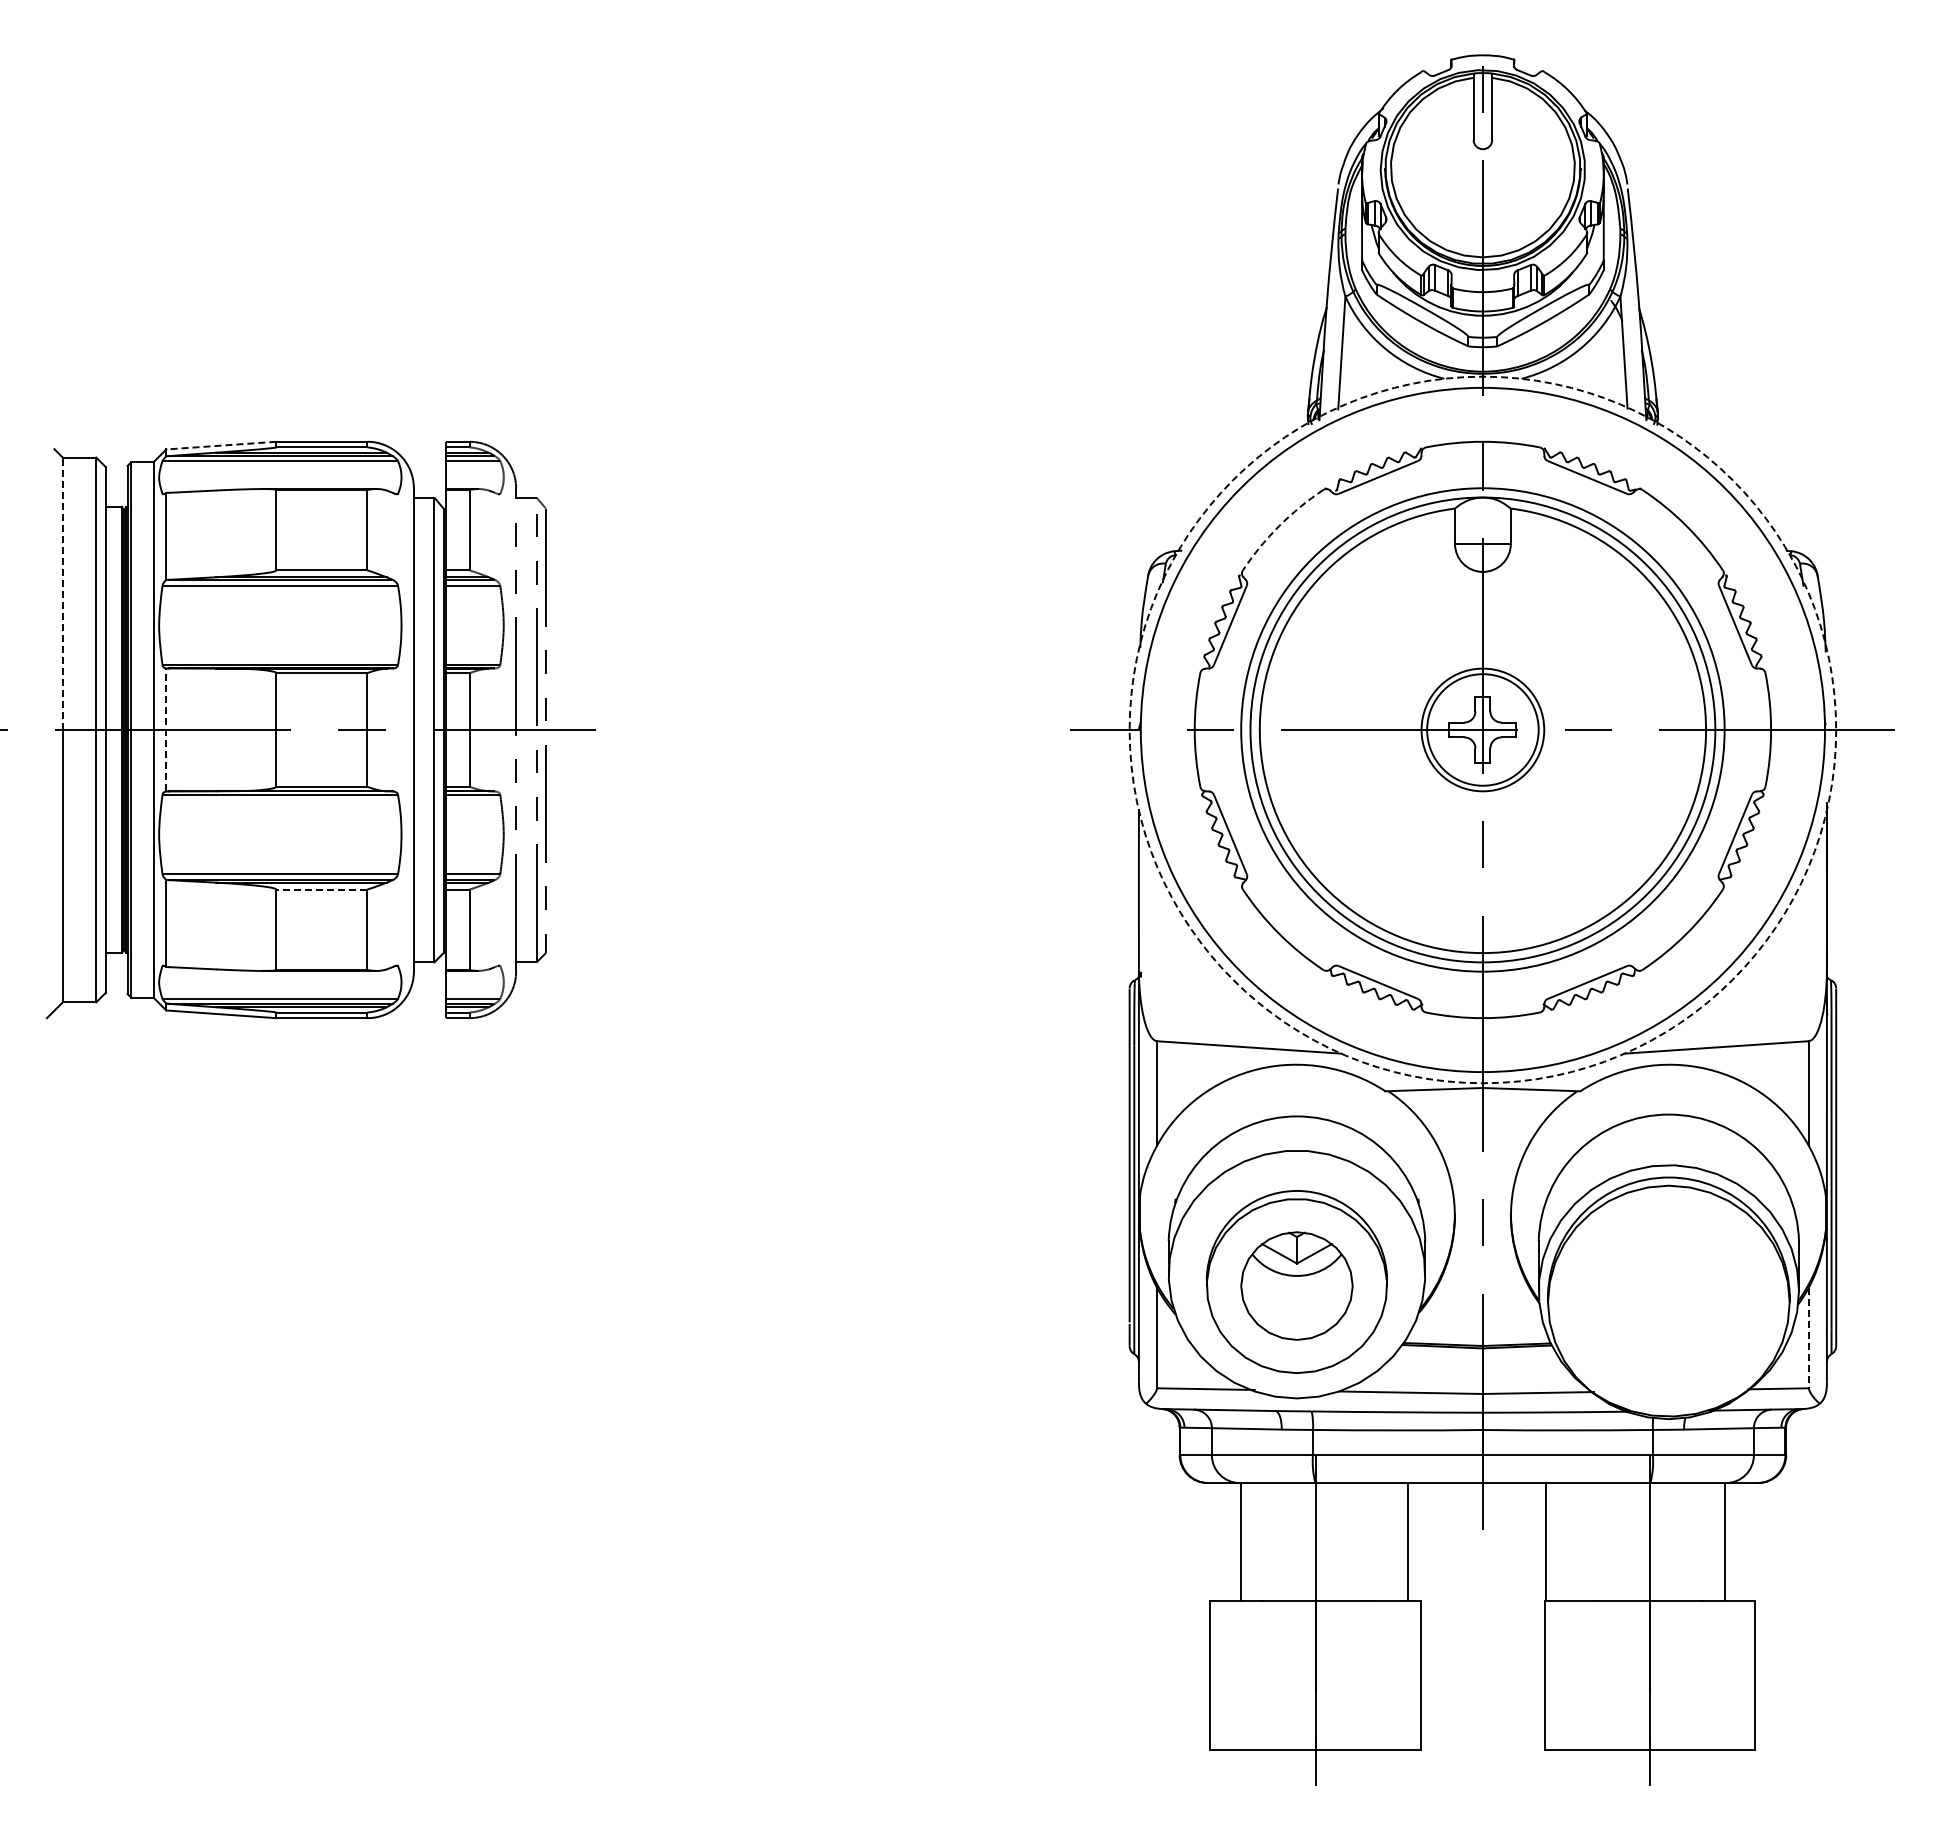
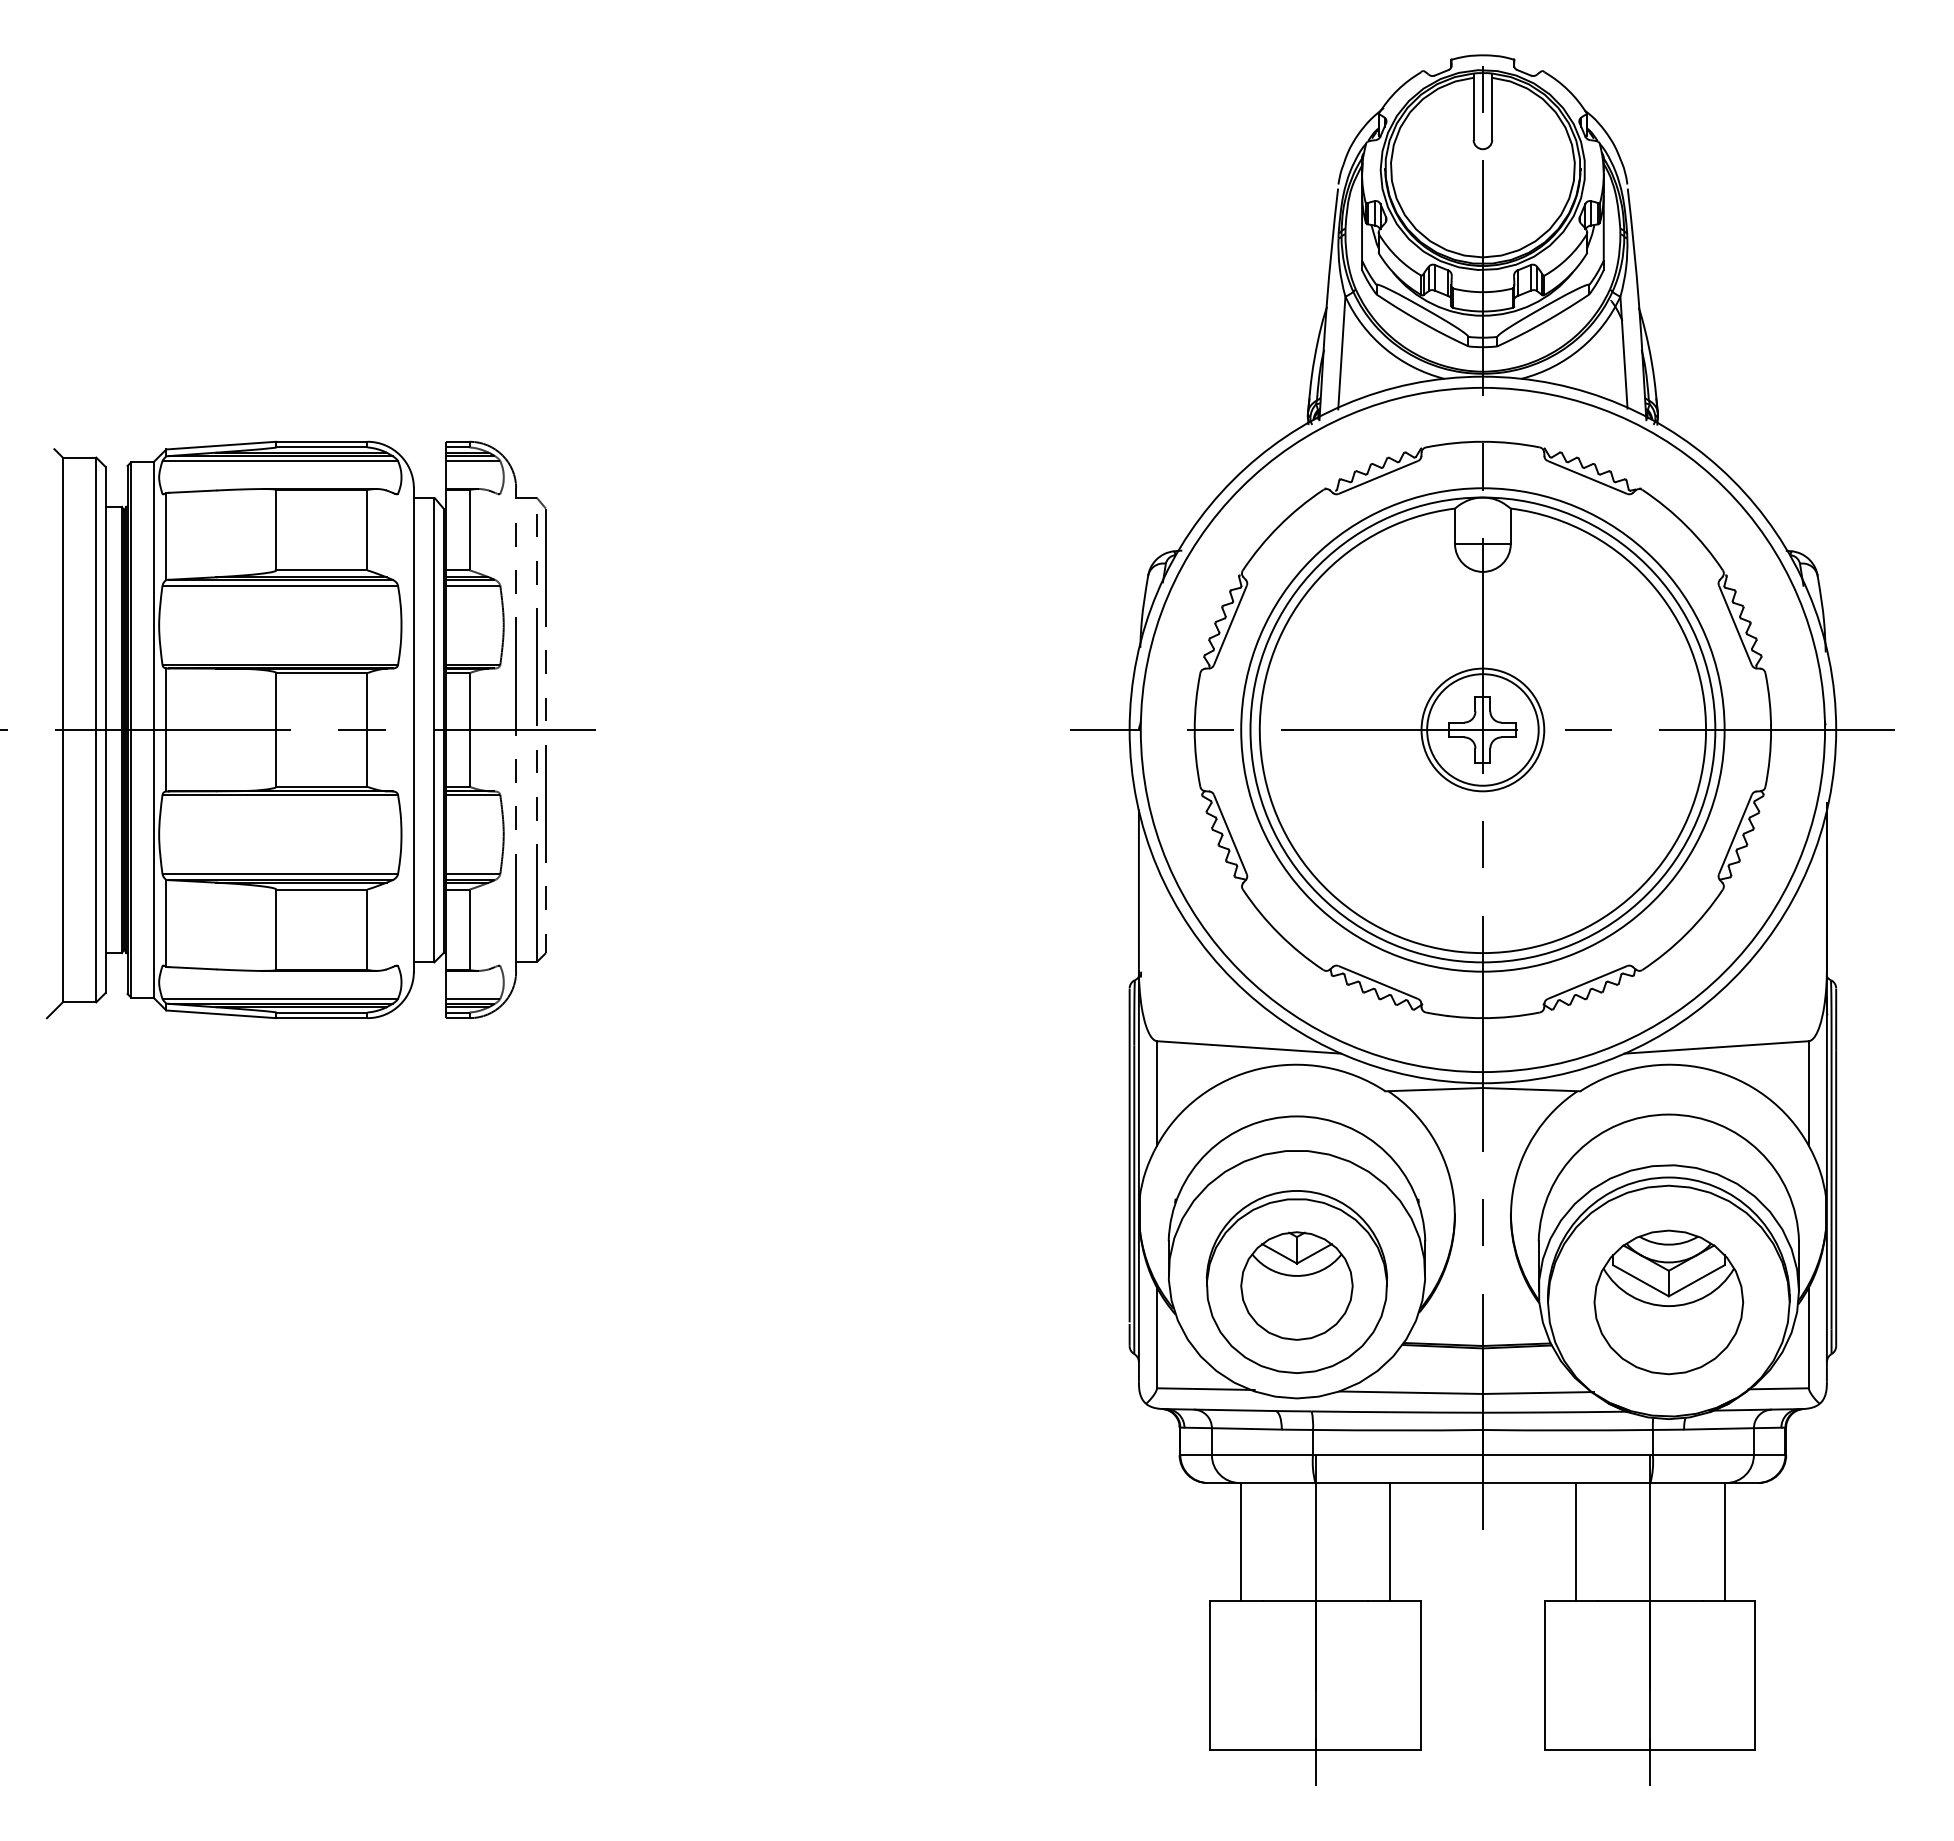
line at (220, 445): dashed -> solid
arc at (1279, 526): dashed -> solid
line at (62, 593): dashed -> solid
line at (166, 729): dashed -> solid
circle at (1482, 729): dashed -> solid
line at (321, 889): dashed -> solid
part at (1668, 1302): none -> present
line at (1808, 1338): dashed -> solid
line at (1407, 1542) position: (1407, 1542) -> (1389, 1542)
line at (1545, 1542) position: (1545, 1542) -> (1575, 1542)
